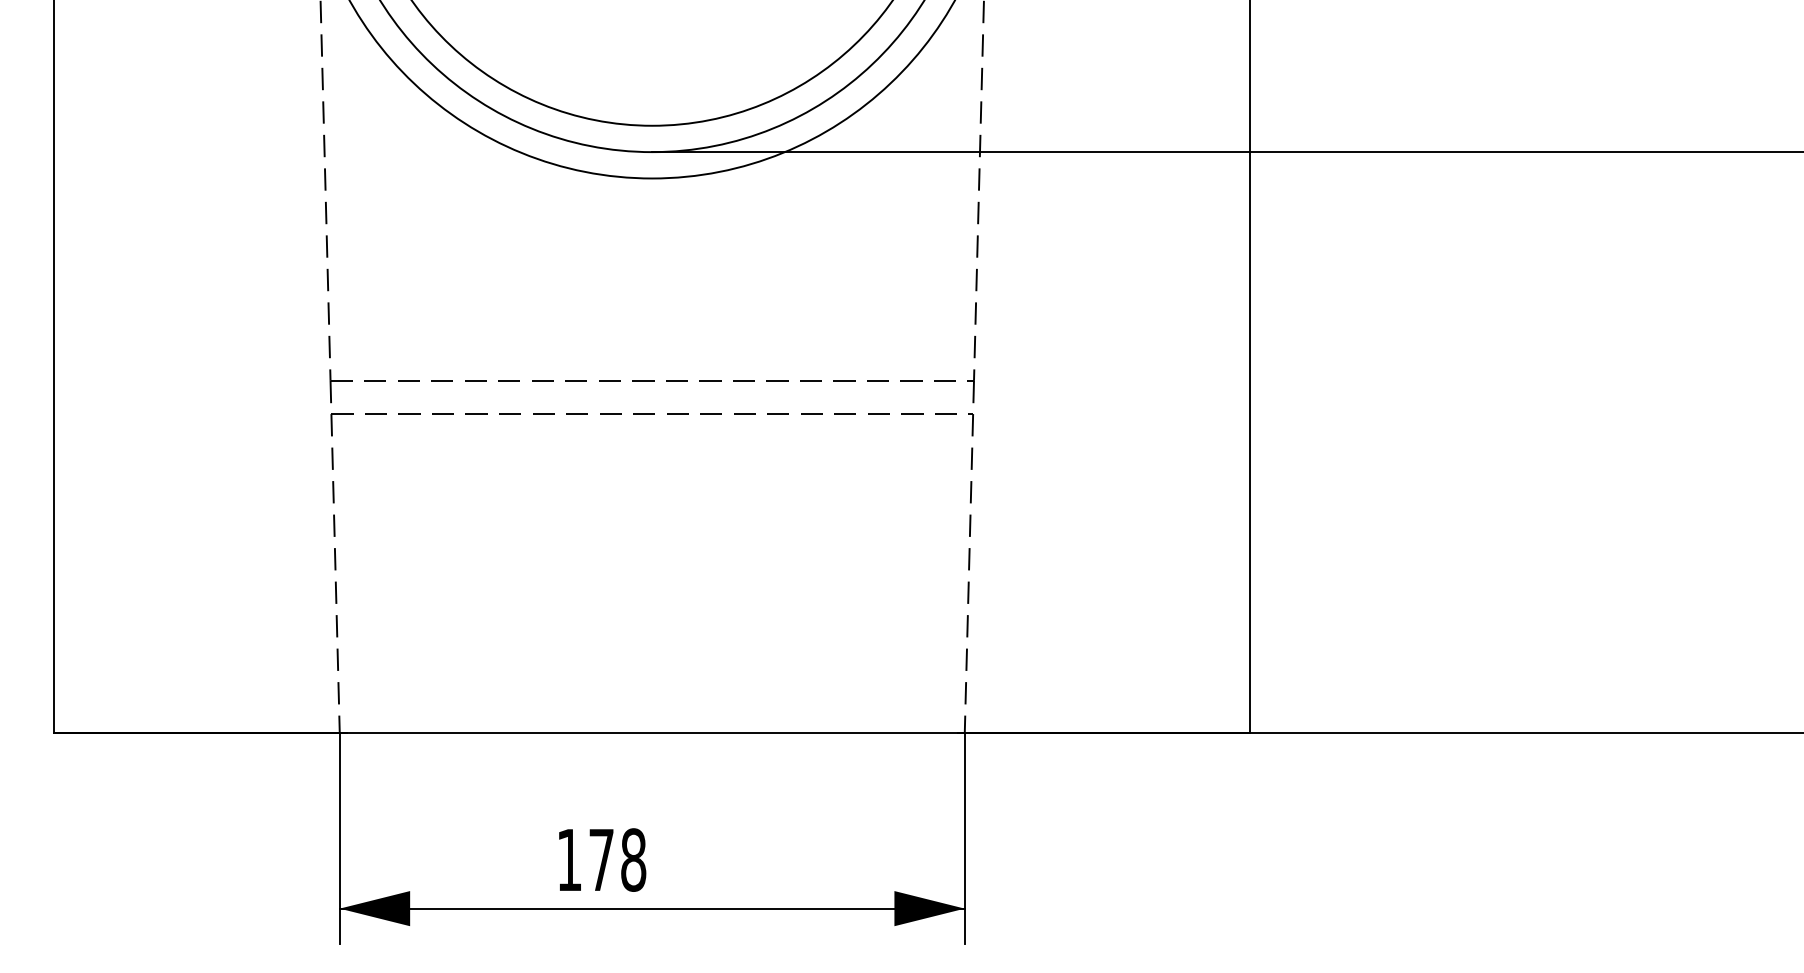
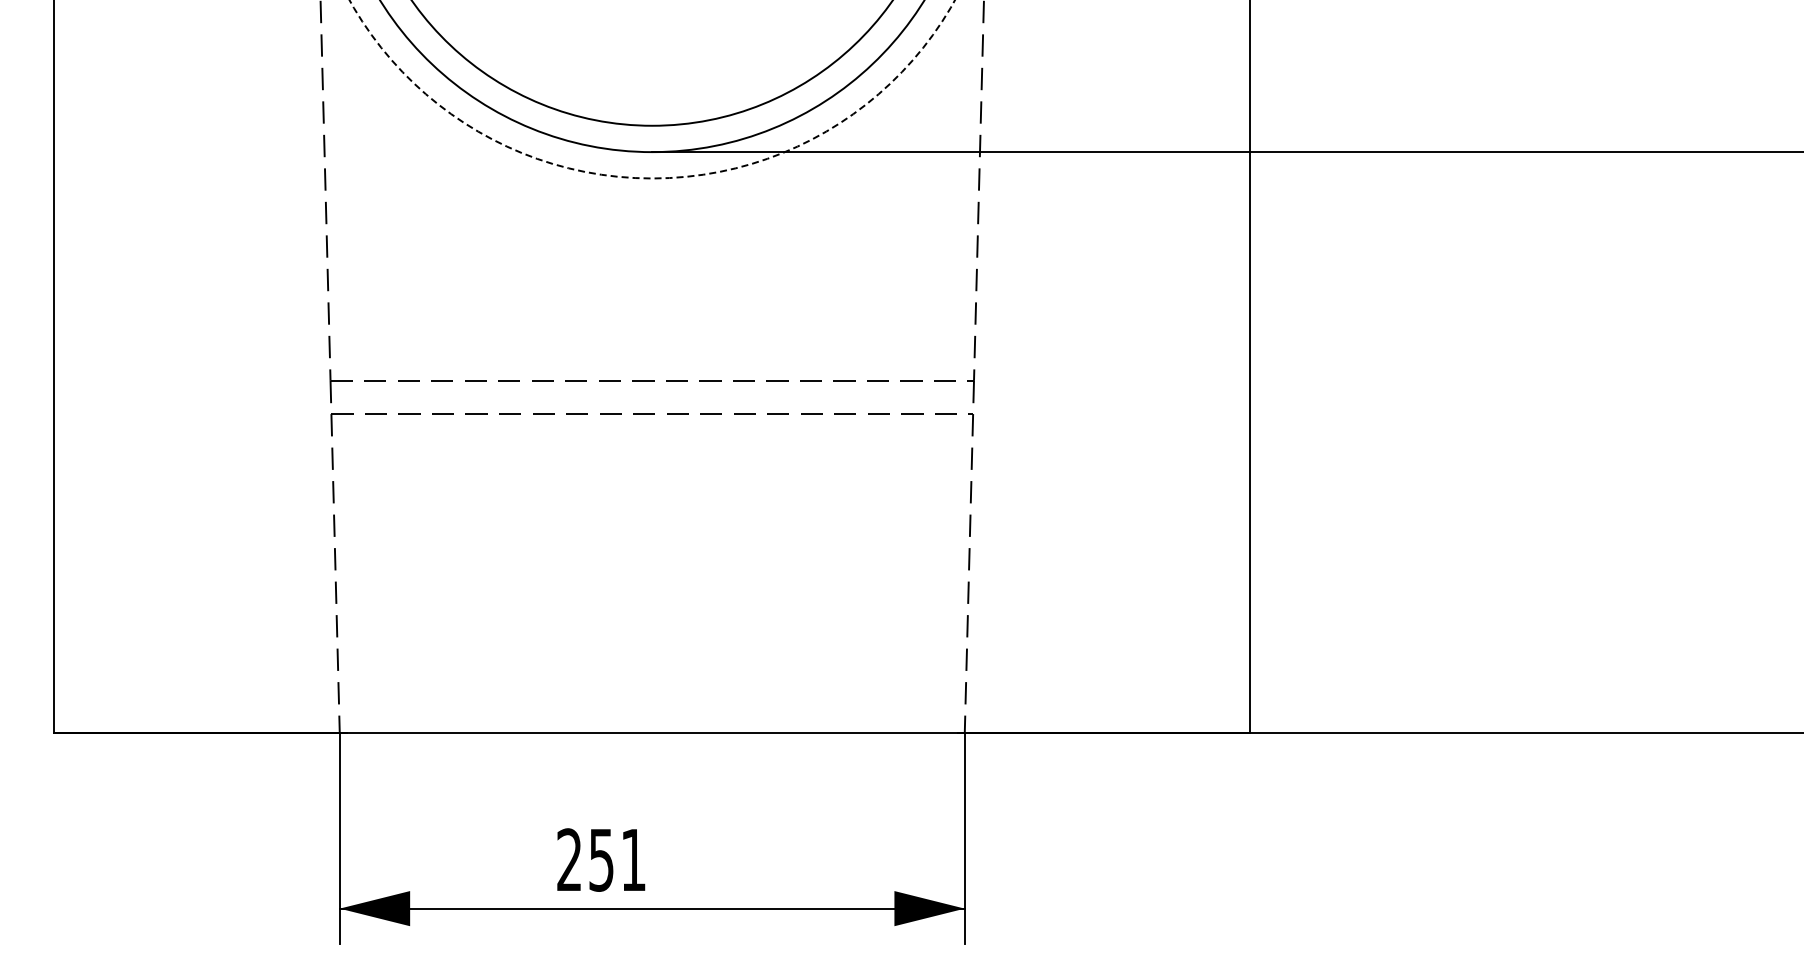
arc at (652, 178): solid -> dashed
text at (601, 859): 178 -> 251
